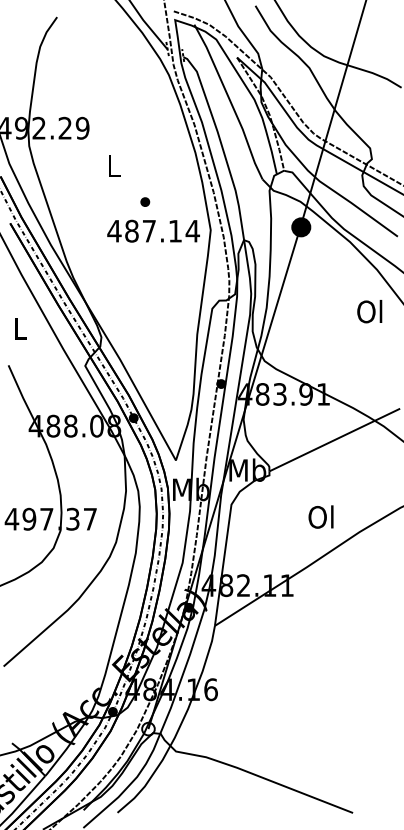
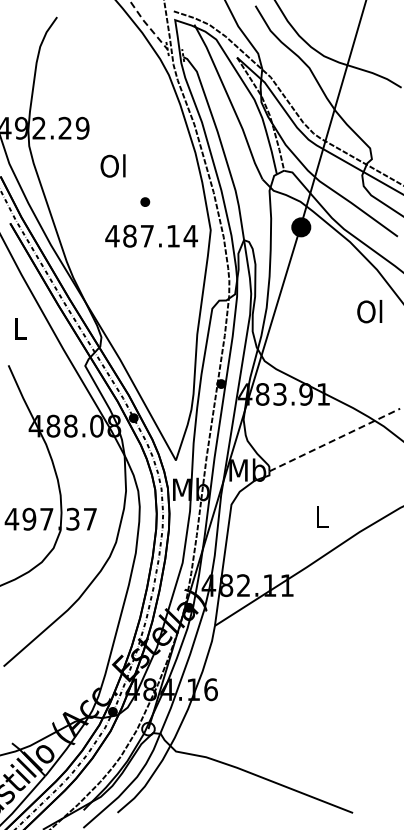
line at (147, 25): solid -> dashed
text at (112, 165): L -> Ol
text at (153, 230) position: (153, 230) -> (151, 235)
line at (335, 439): solid -> dashed
text at (320, 516): Ol -> L
